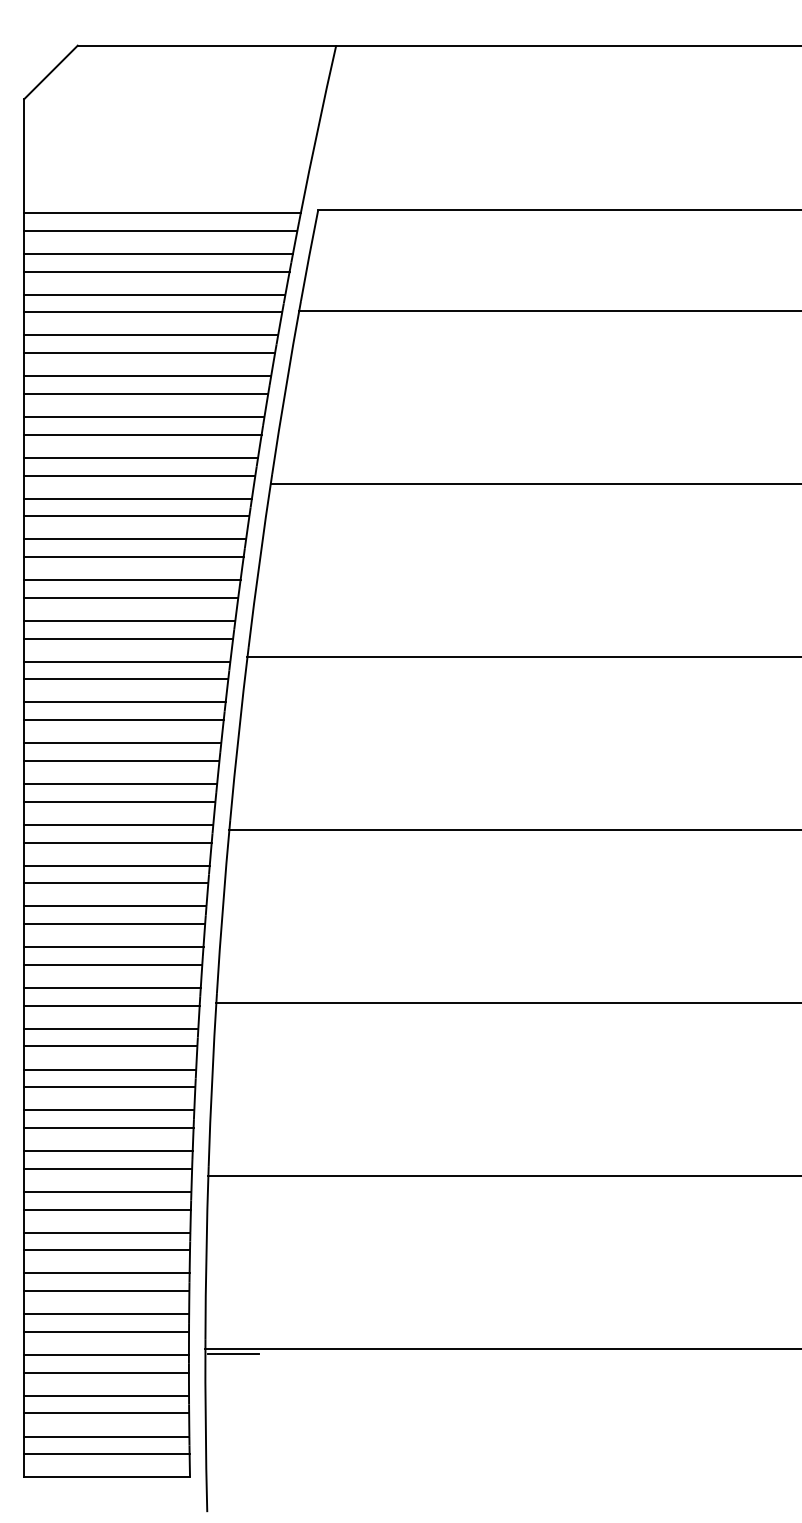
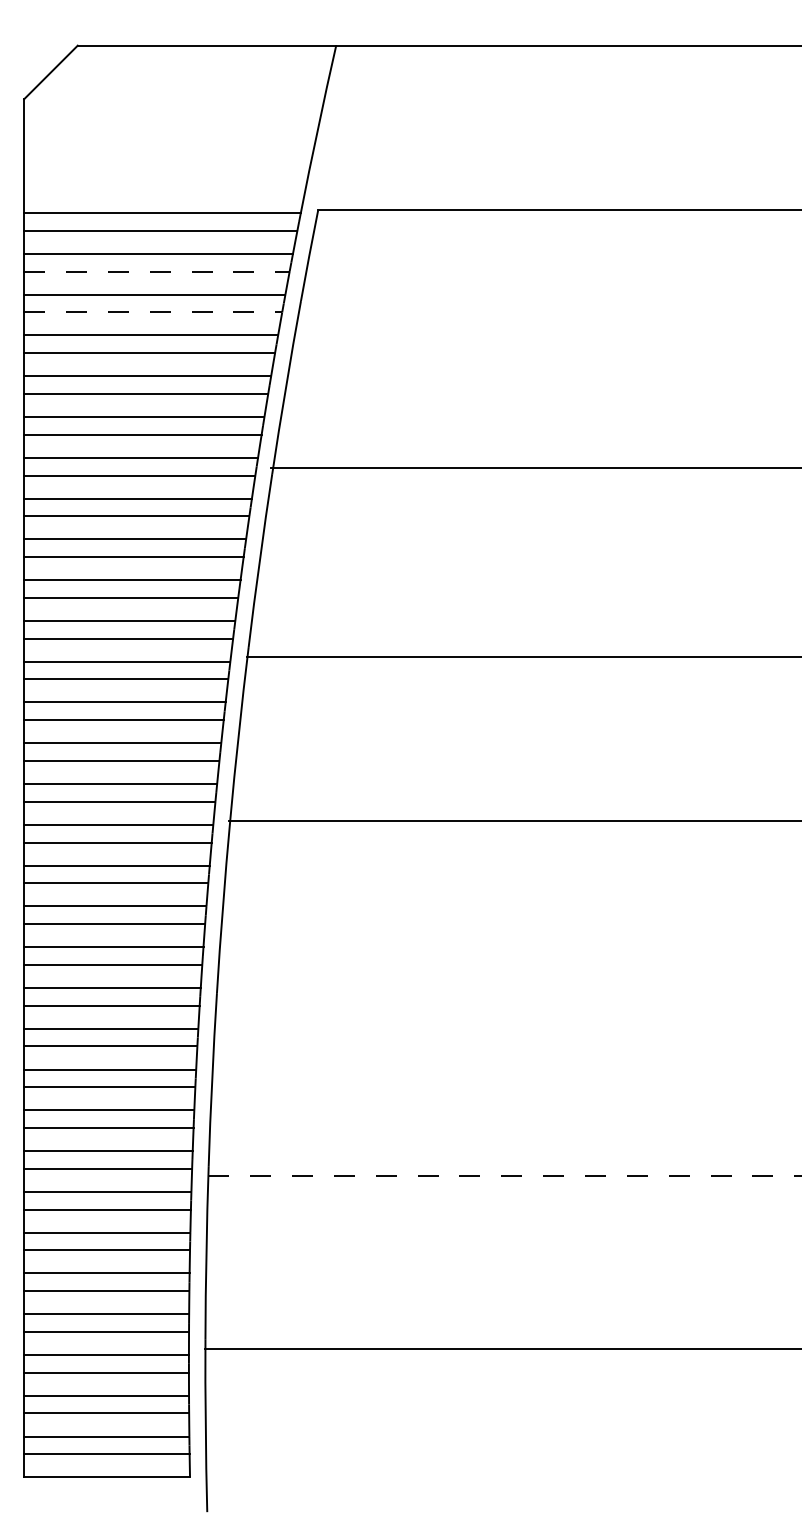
line at (156, 271): solid -> dashed
line at (548, 311): present -> none
line at (153, 312): solid -> dashed
line at (534, 484) position: (534, 484) -> (534, 468)
line at (513, 830) position: (513, 830) -> (513, 821)
line at (507, 1003): present -> none
line at (505, 1176): solid -> dashed
line at (233, 1353): present -> none
